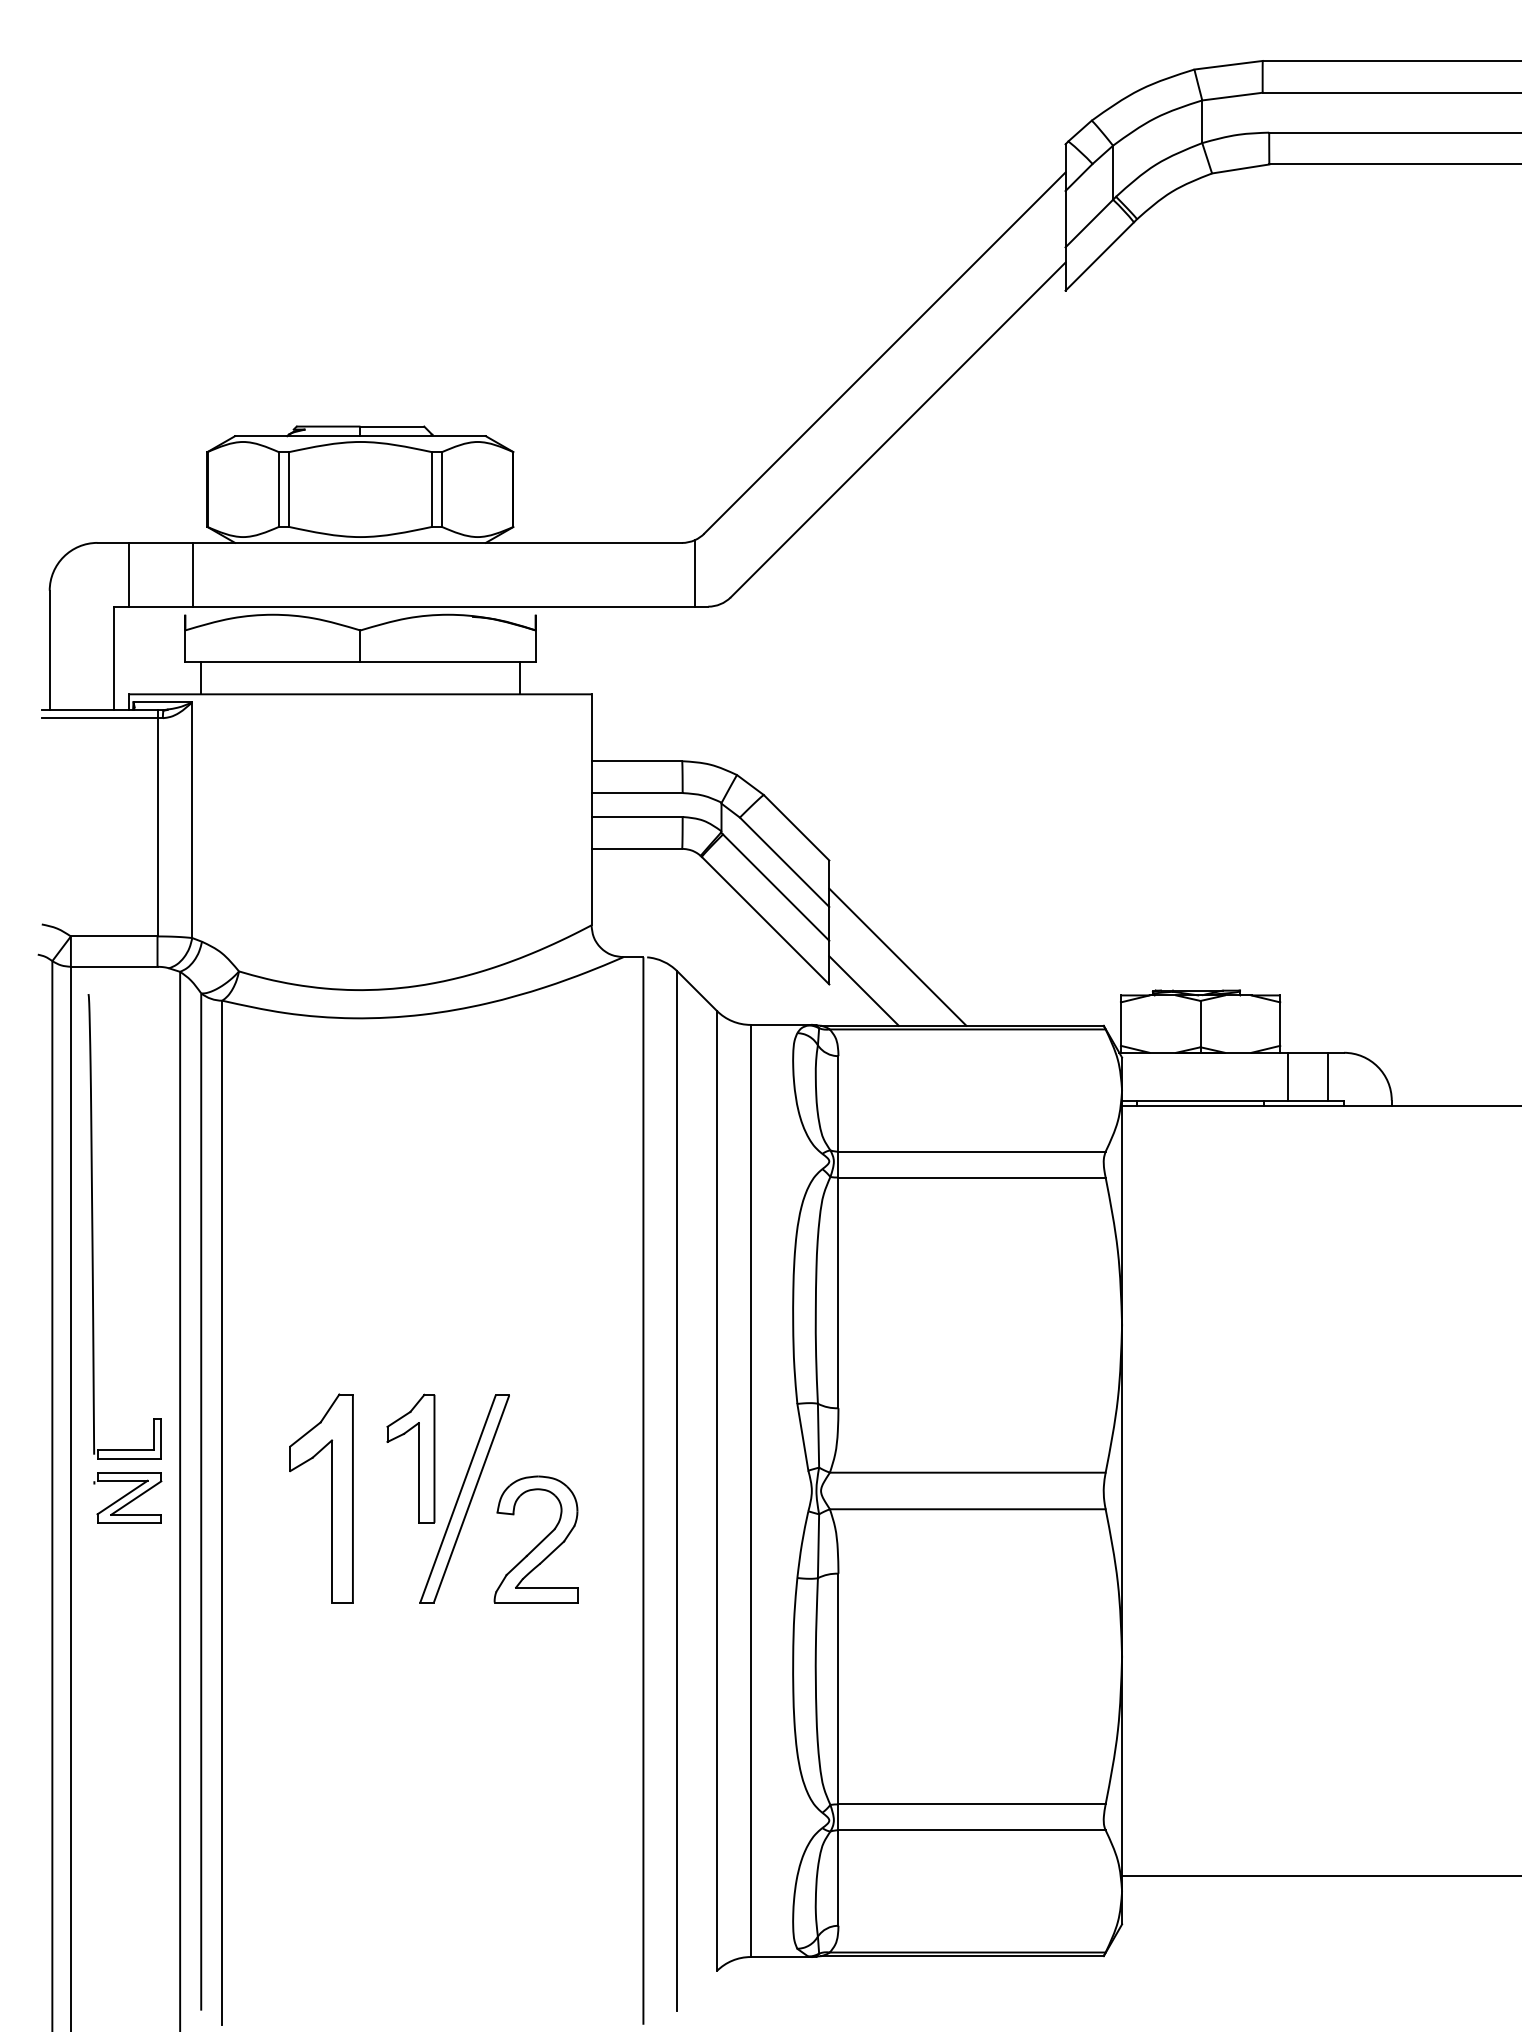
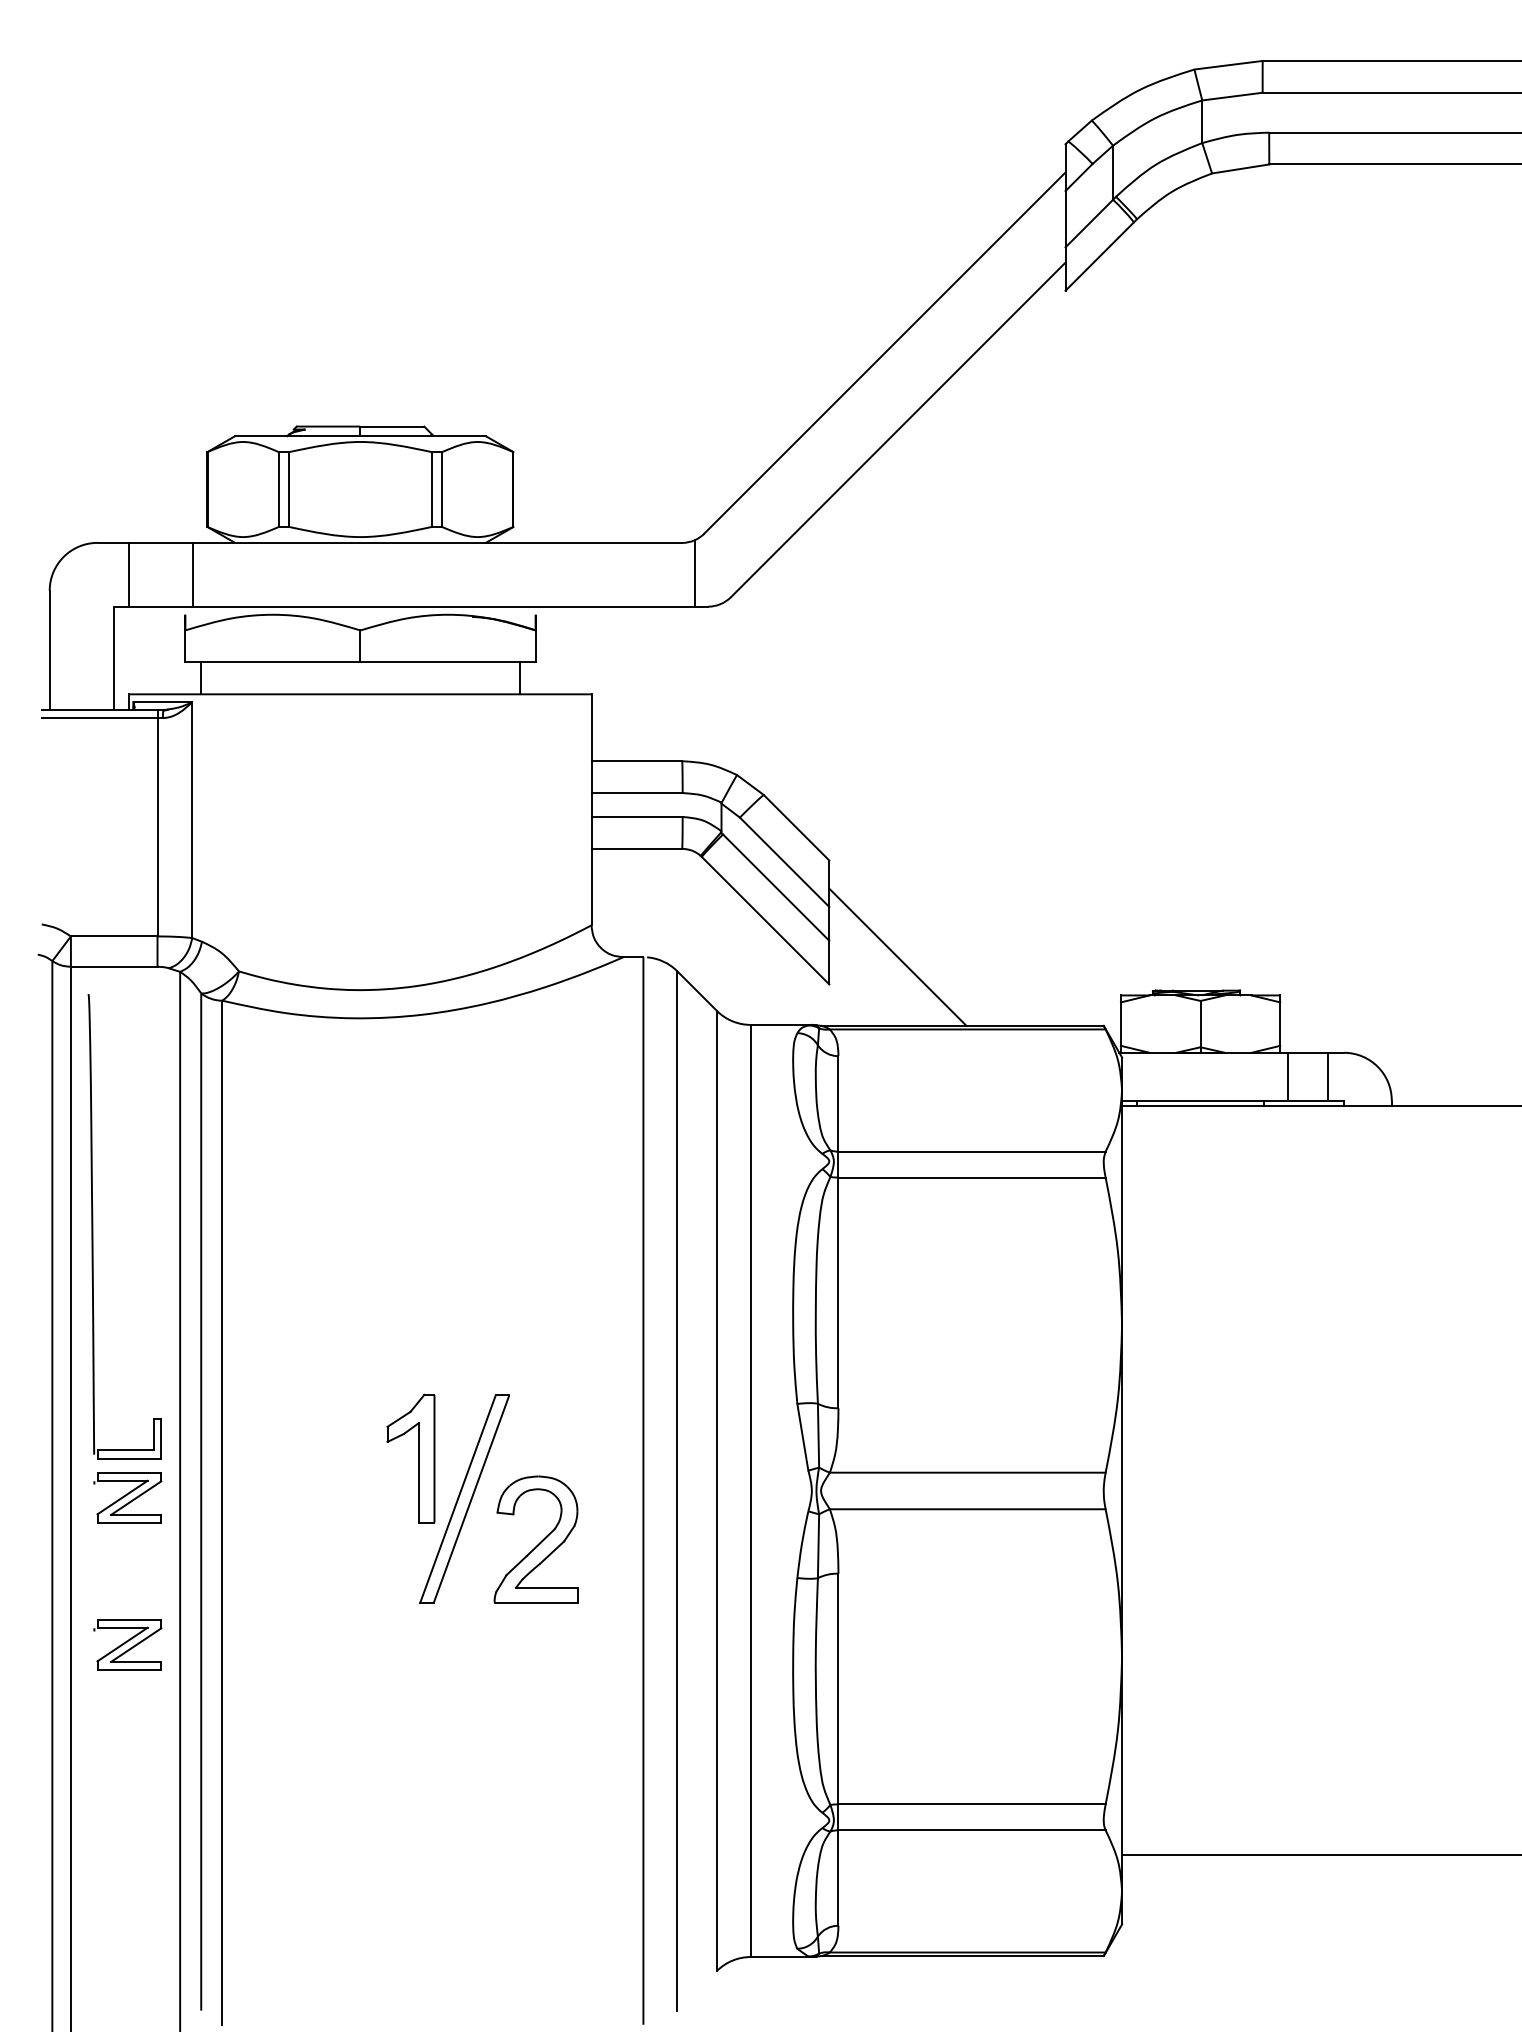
line at (863, 990): present -> none
part at (331, 1498): present -> none
part at (127, 1644): none -> present
line at (1320, 1875) position: (1320, 1875) -> (1320, 1854)
